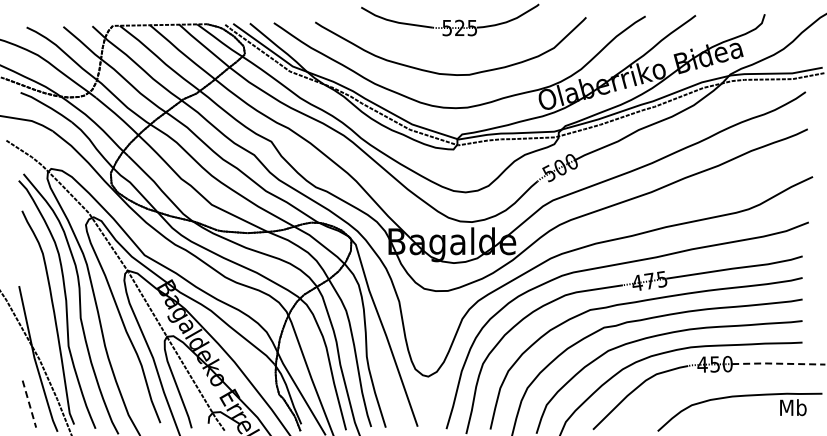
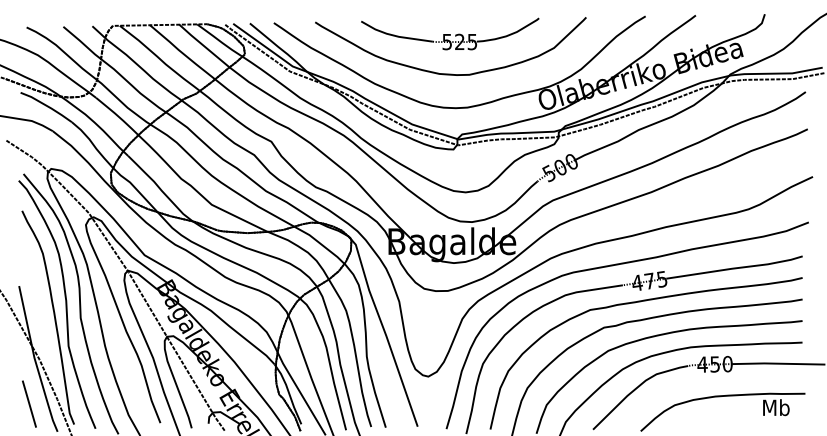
part at (450, 19) position: (450, 19) -> (450, 33)
line at (778, 363): dashed -> solid
part at (737, 397) position: (737, 397) -> (720, 397)
line at (29, 404): dashed -> solid
